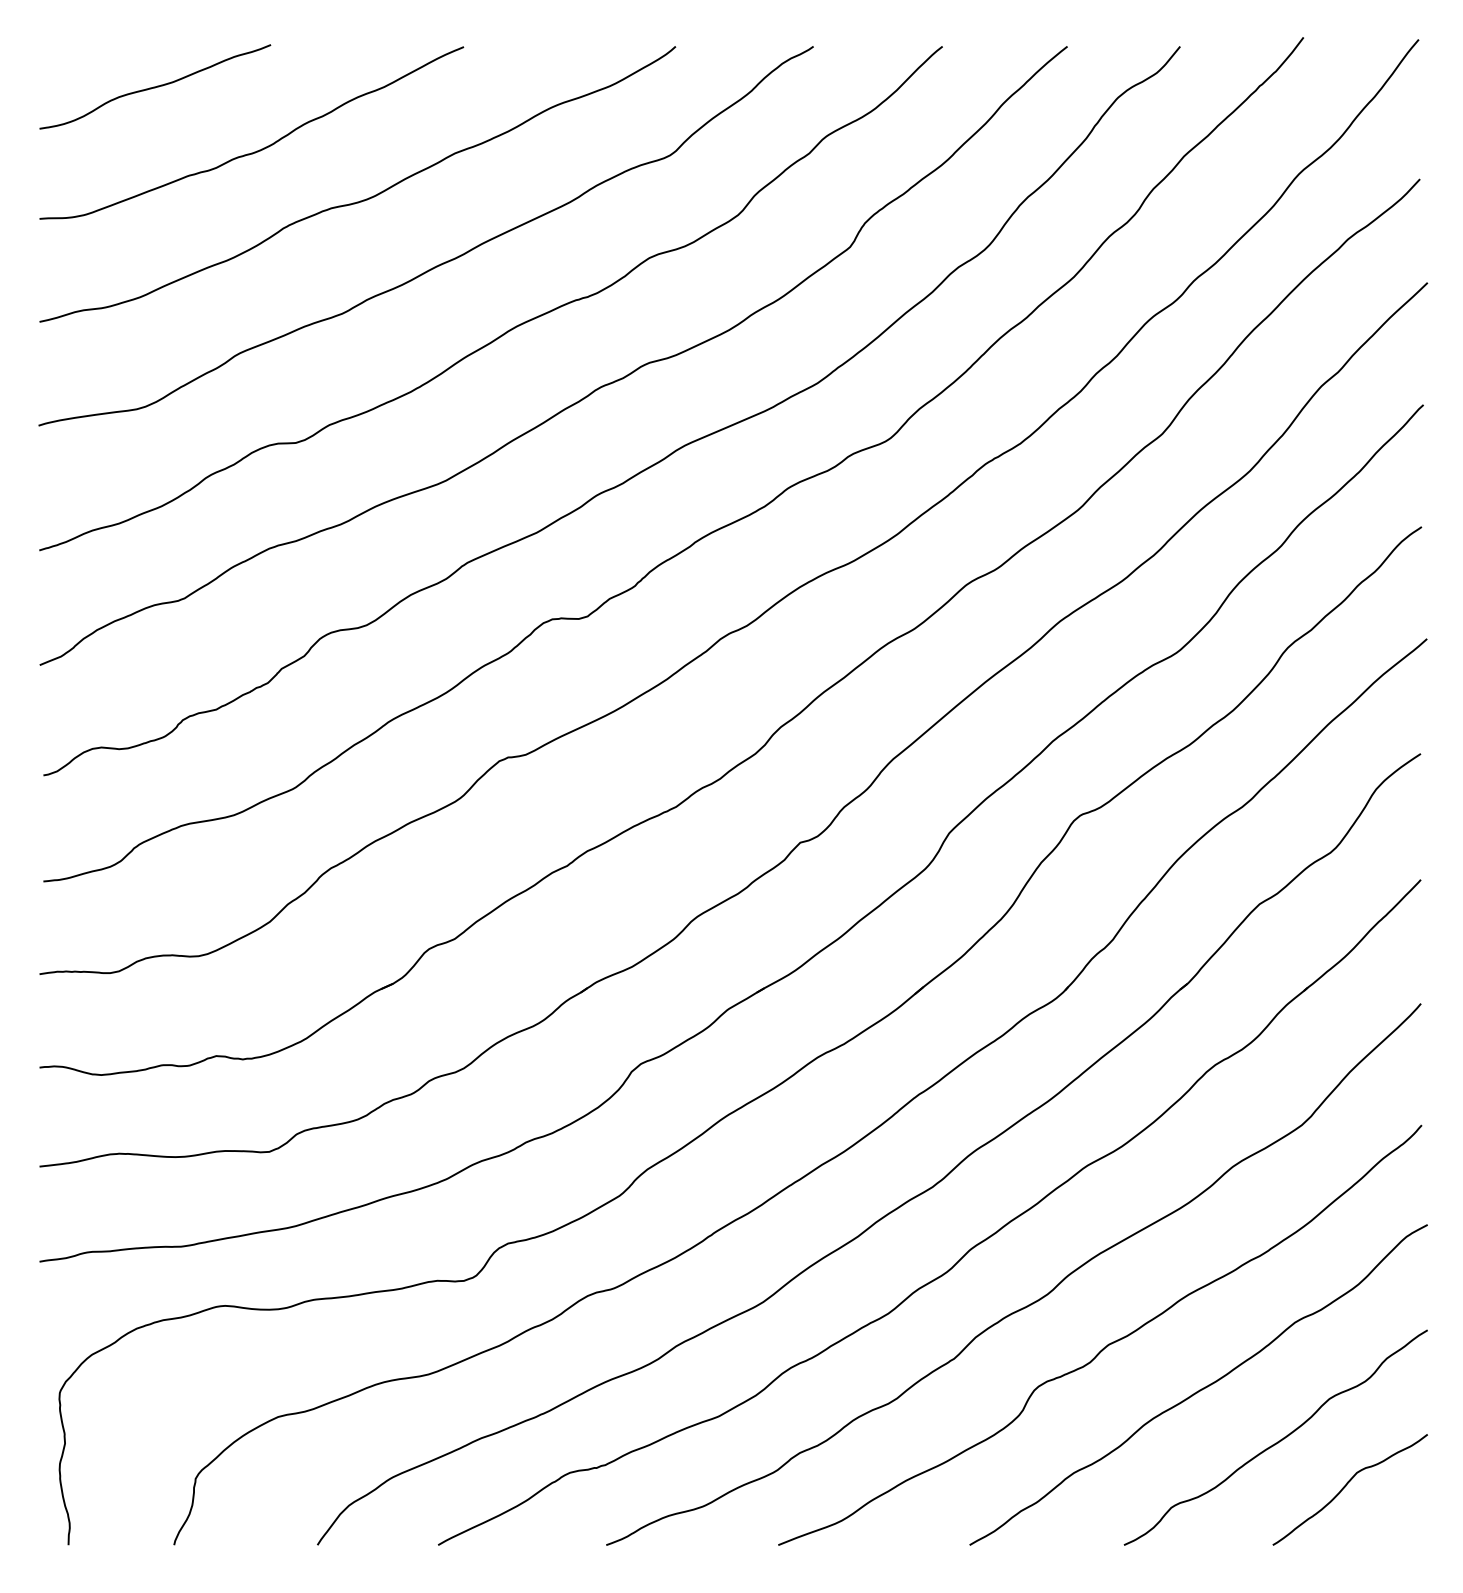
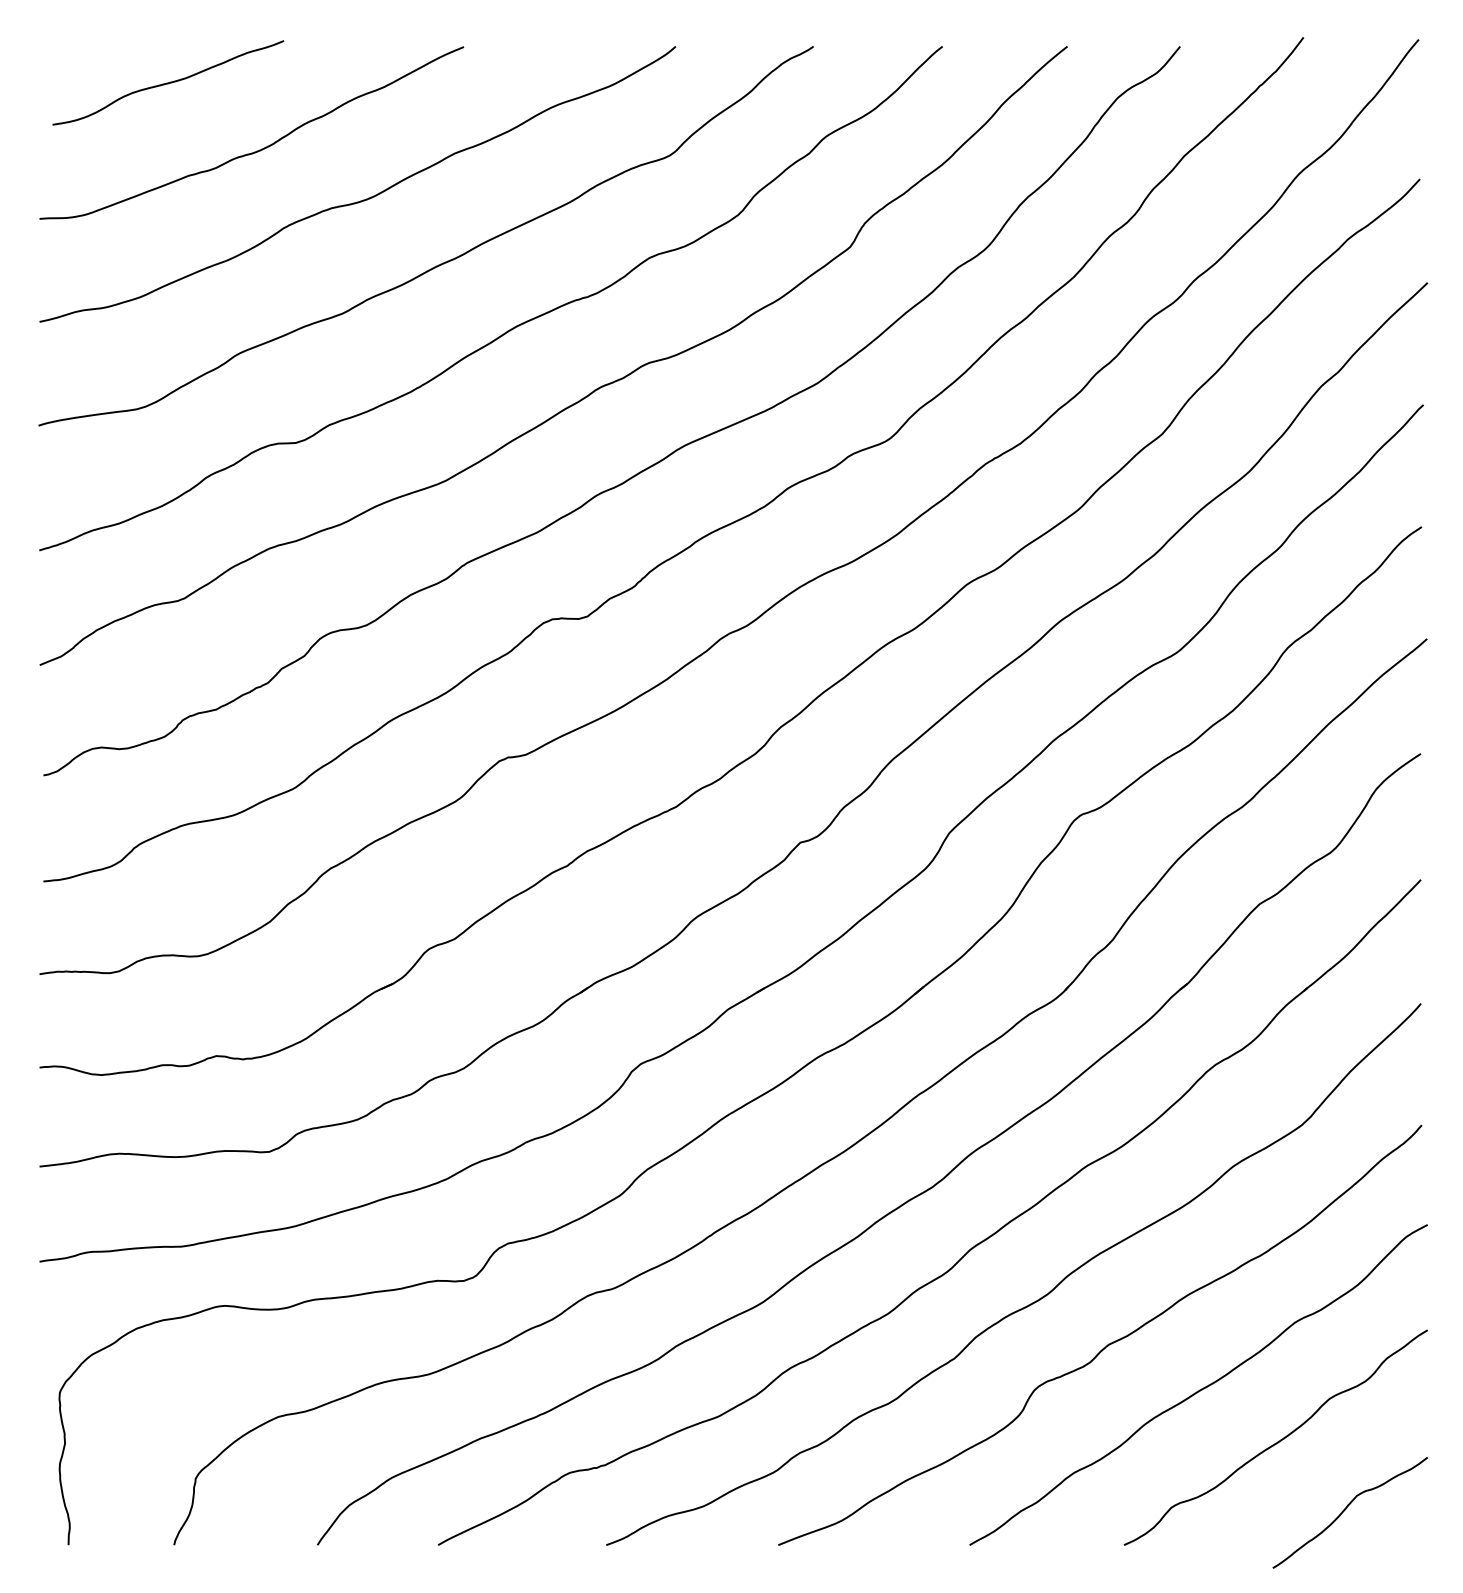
curve at (155, 86) position: (155, 86) -> (168, 82)
curve at (1346, 1486) position: (1346, 1486) -> (1346, 1509)
